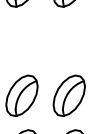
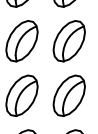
part at (21, 41): none -> present
part at (68, 41): none -> present
